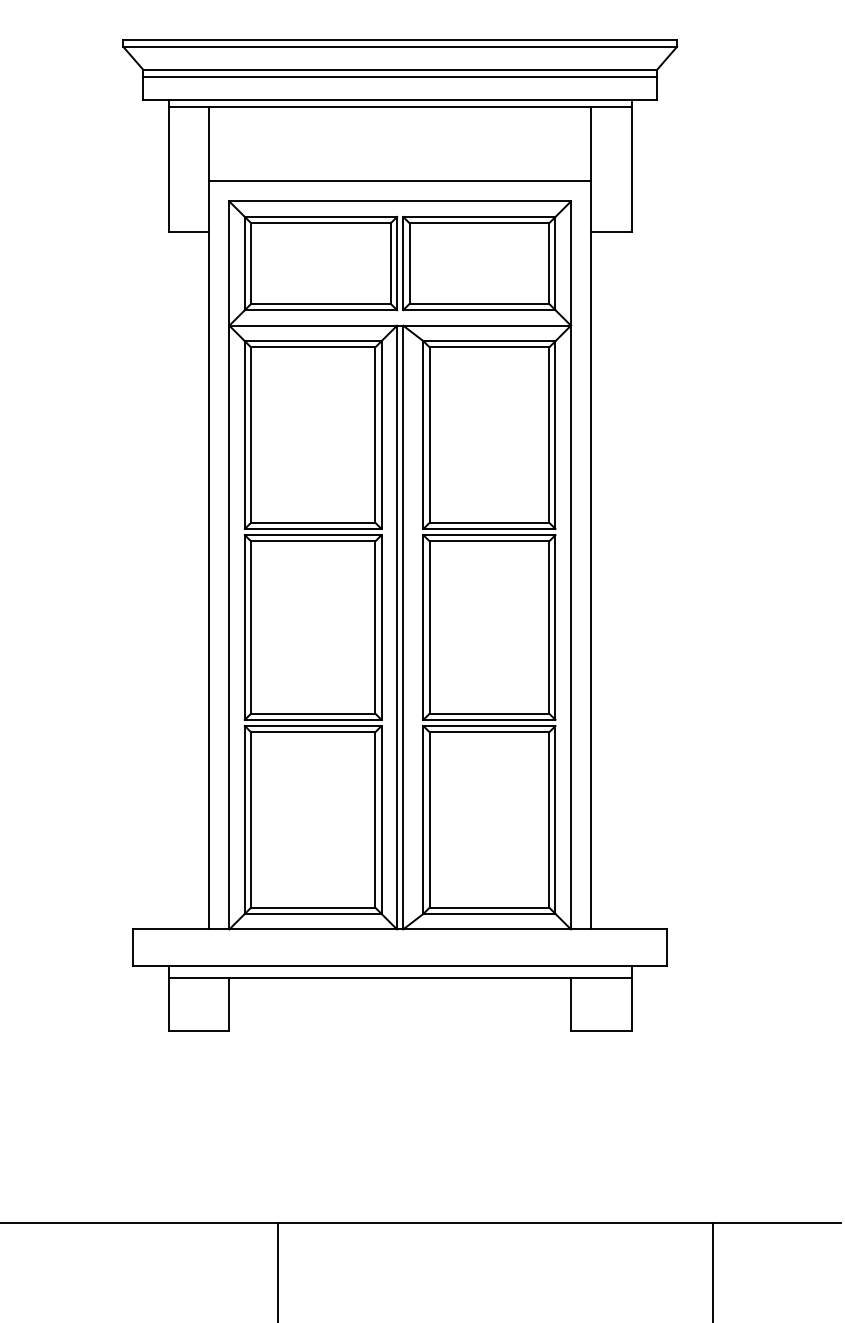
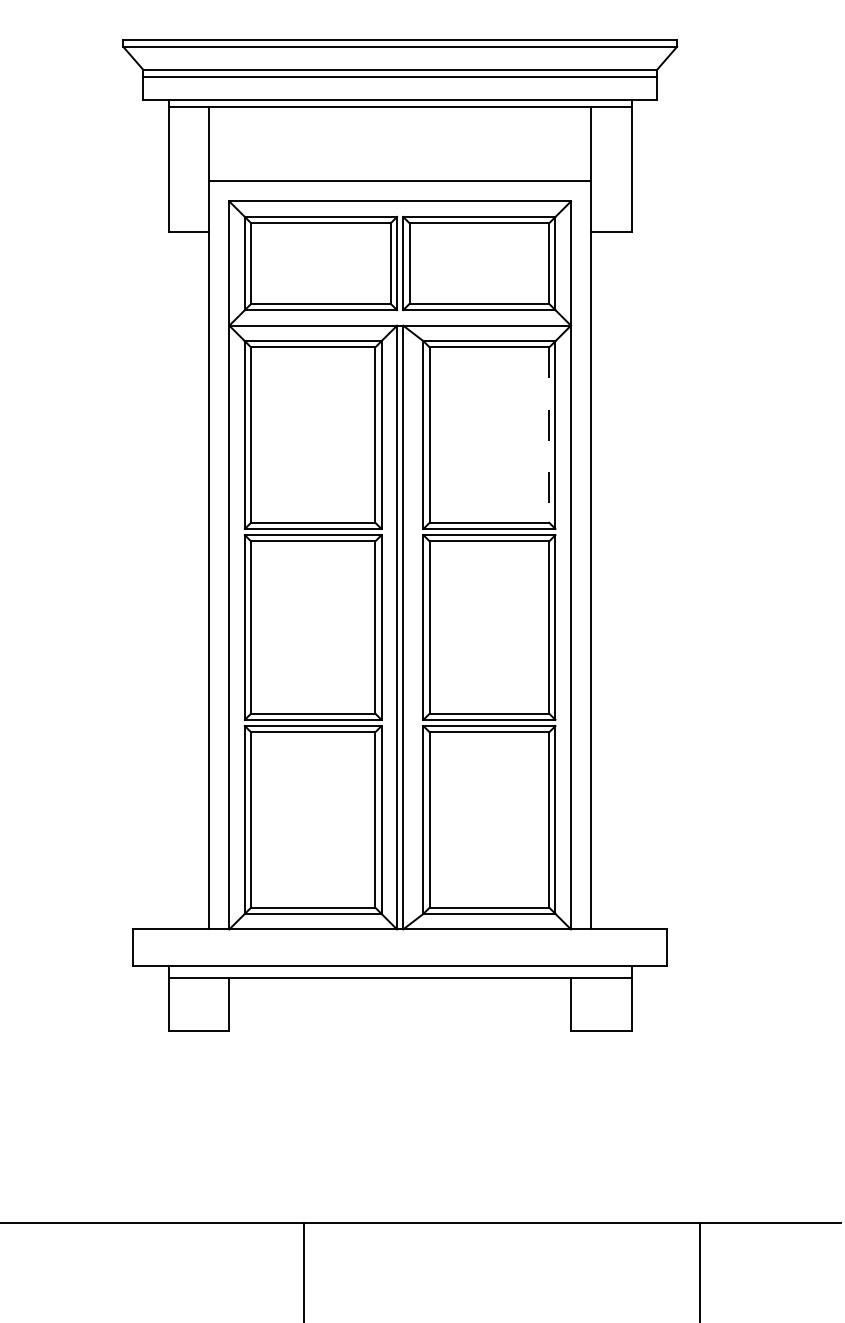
line at (549, 435): solid -> dashed
line at (278, 1270) position: (278, 1270) -> (304, 1270)
line at (712, 1270) position: (712, 1270) -> (699, 1270)
